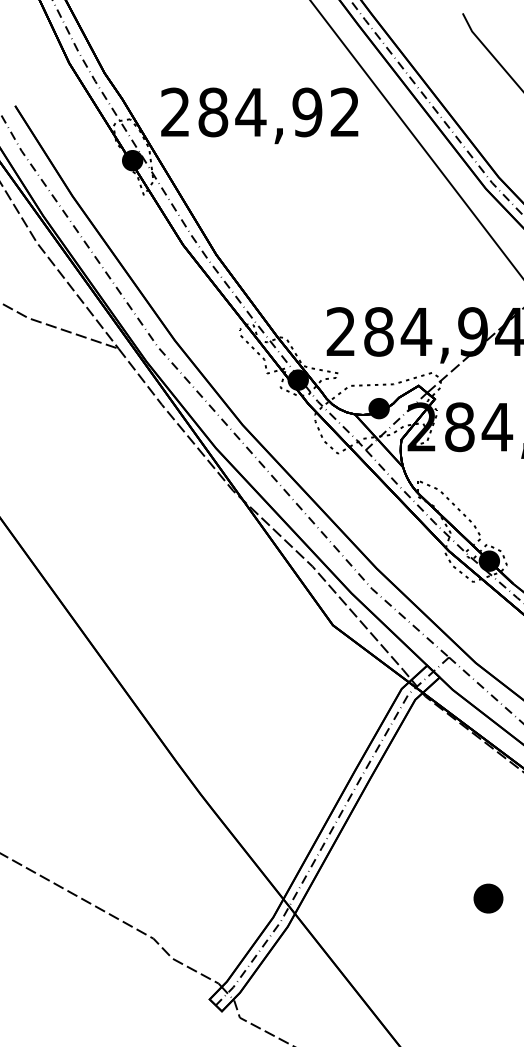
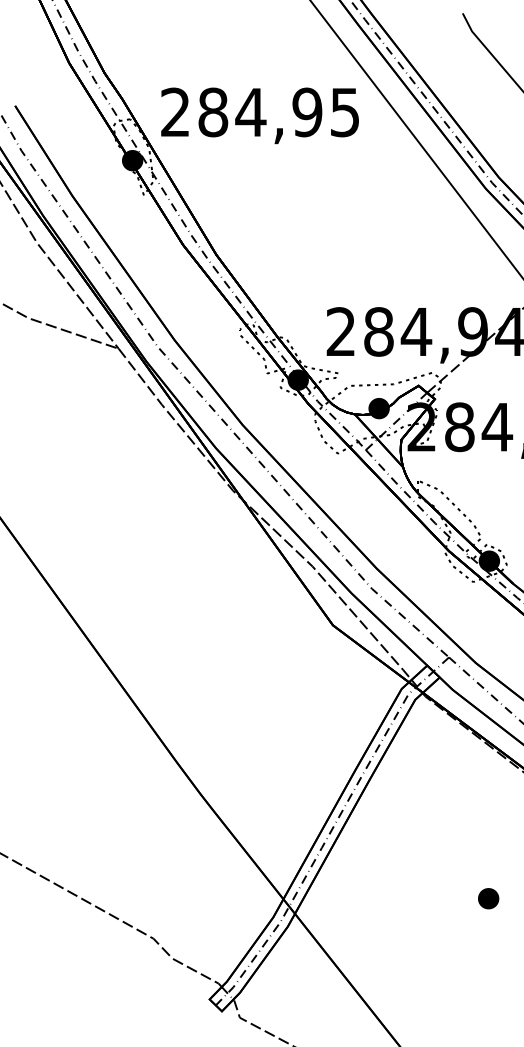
text at (344, 112): 284,92 -> 284,95
part at (488, 898) size: 31x31 px -> 22x22 px
